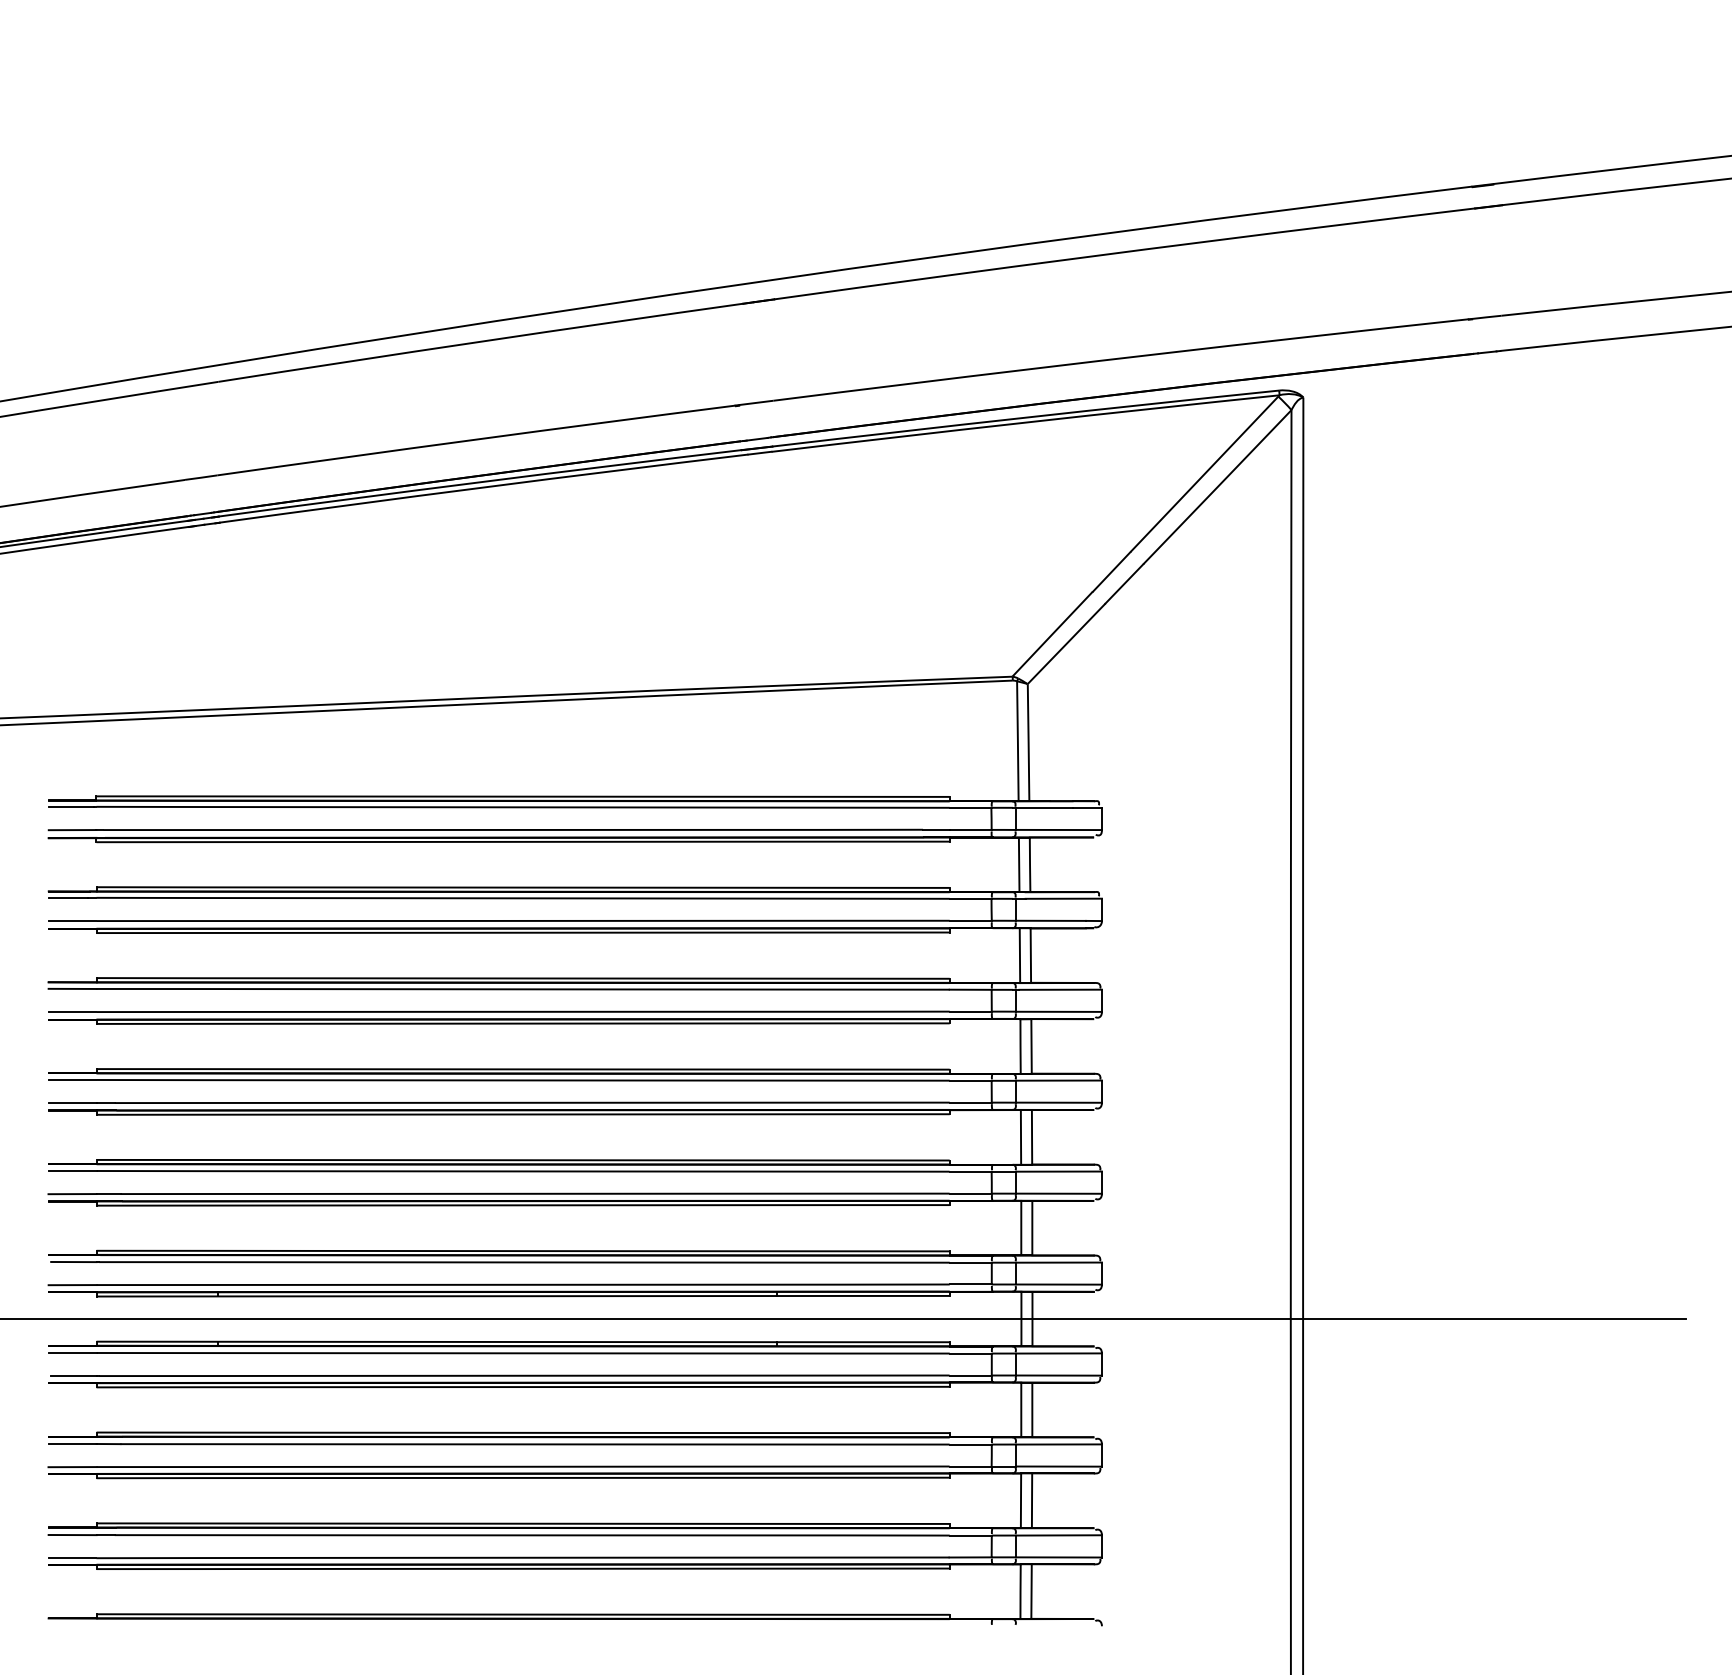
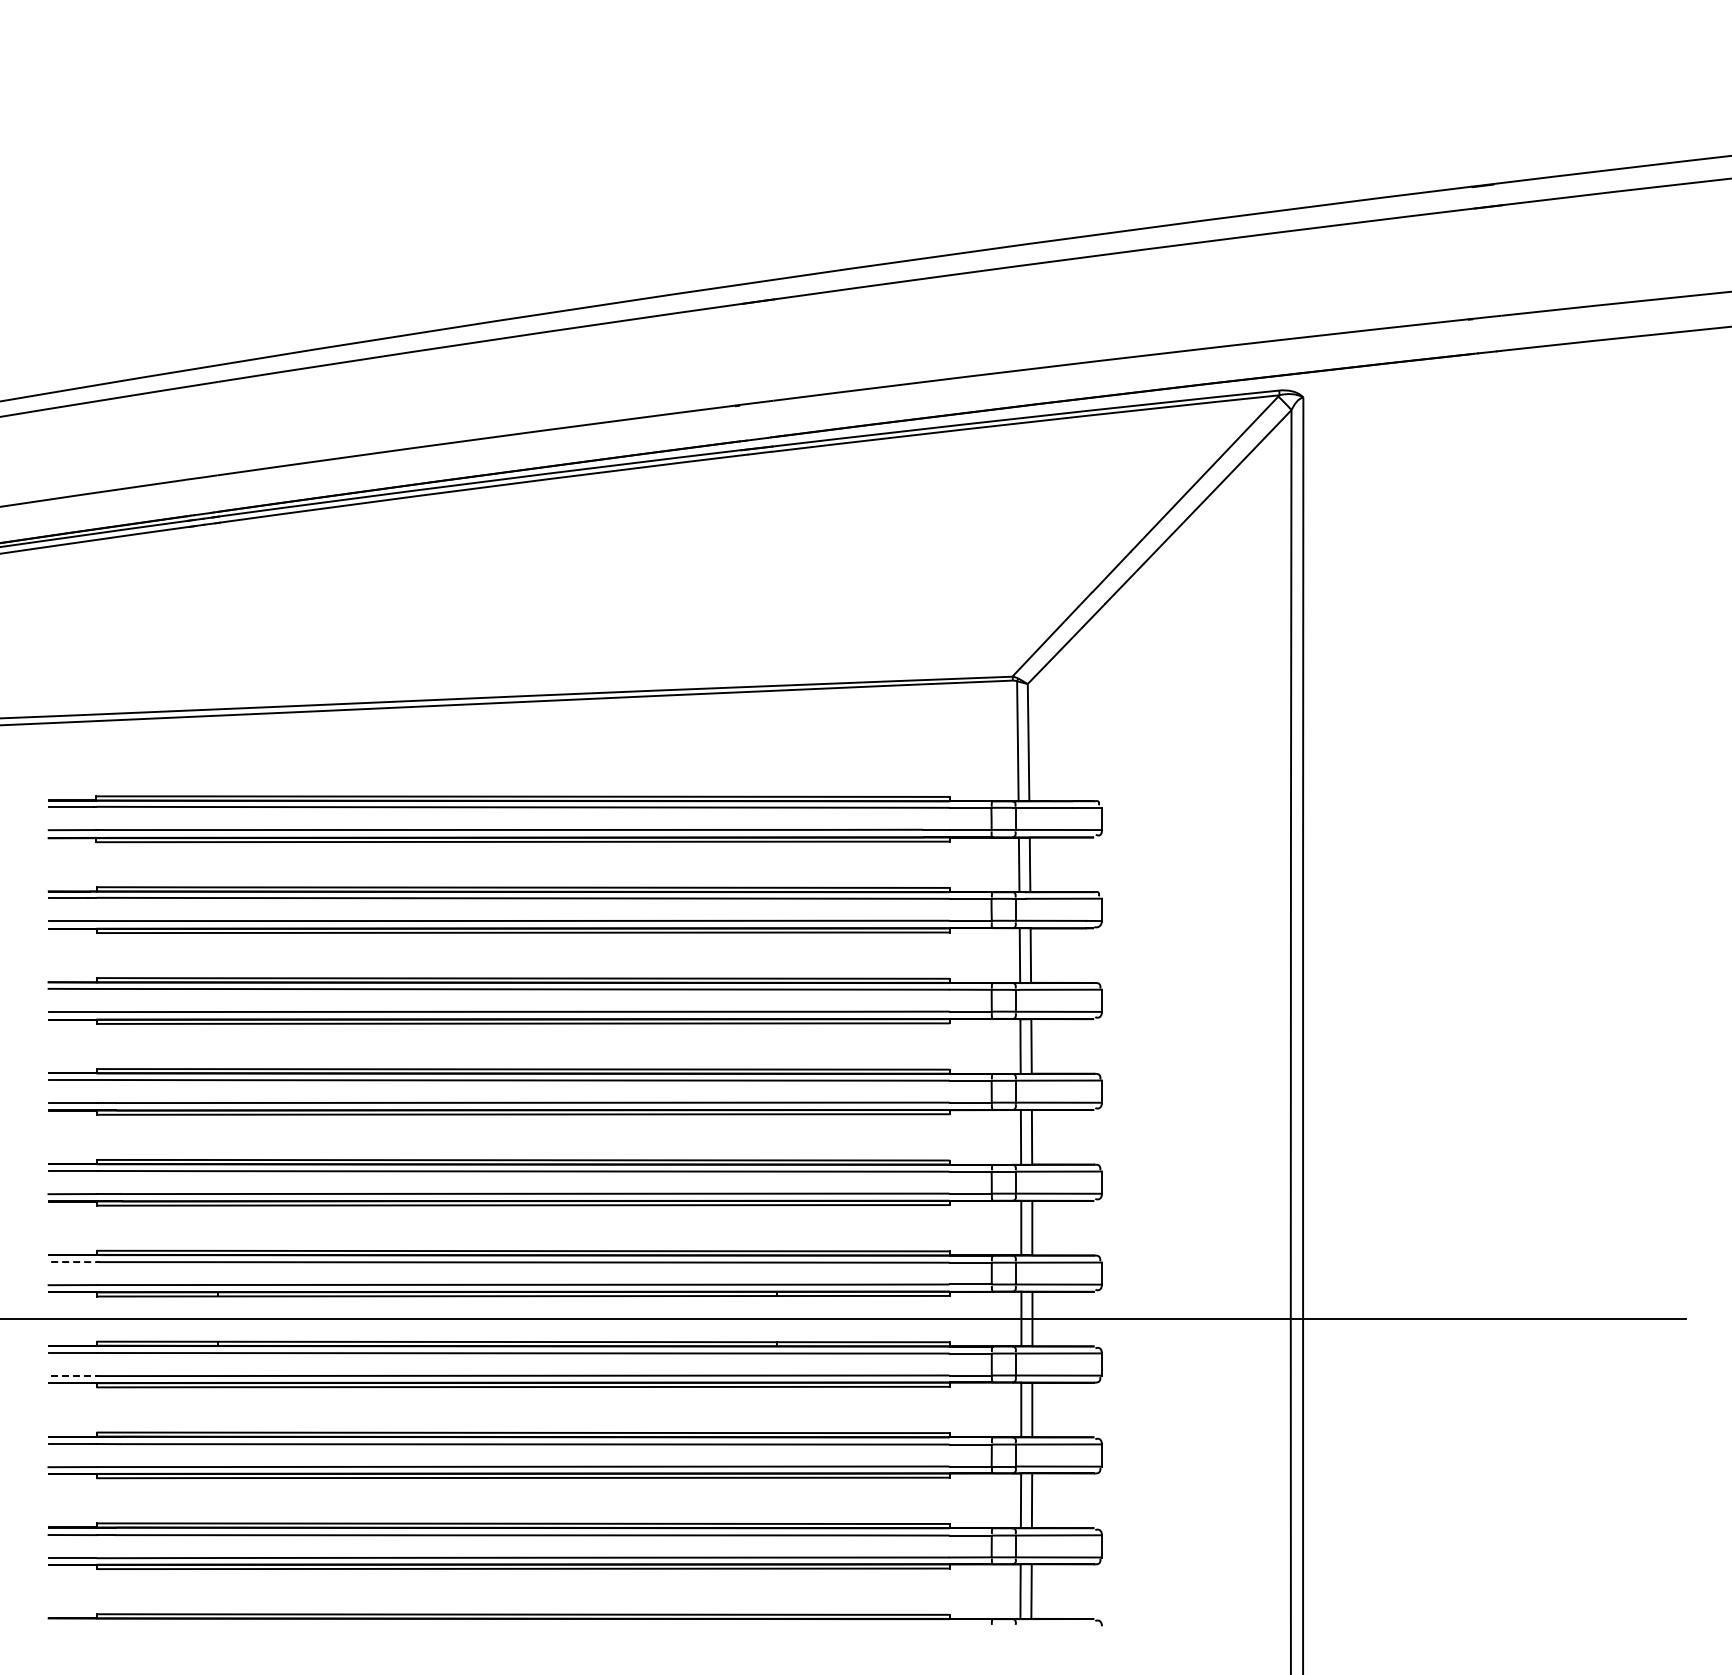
line at (73, 1262): solid -> dashed
line at (73, 1376): solid -> dashed
